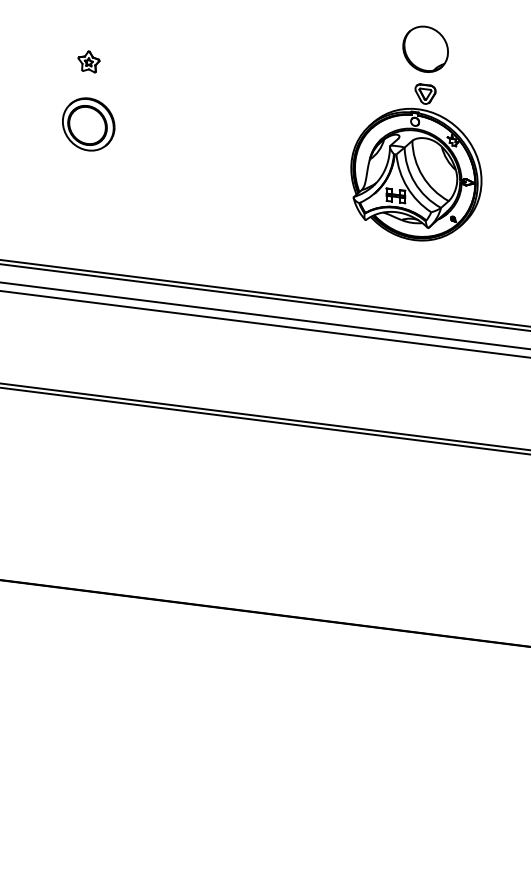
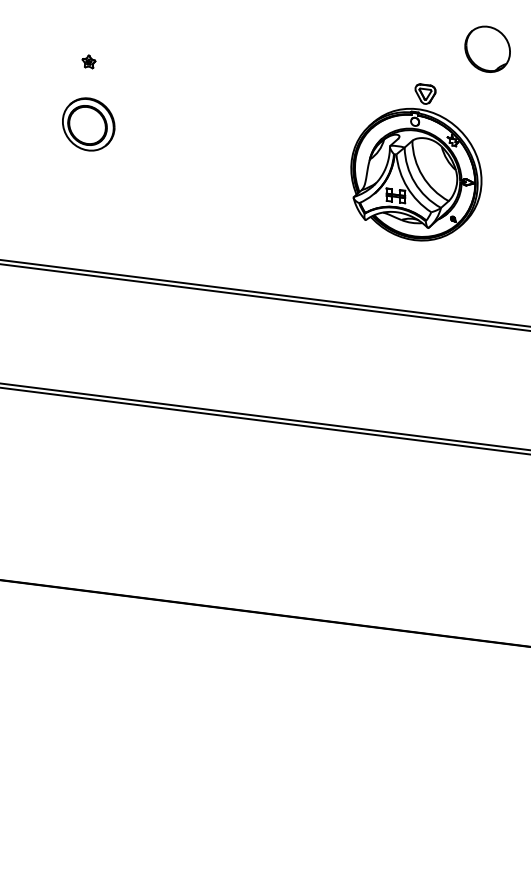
part at (425, 48) position: (425, 48) -> (487, 48)
part at (88, 61) size: 24x24 px -> 16x16 px
line at (264, 315): present -> none
line at (264, 324): present -> none
